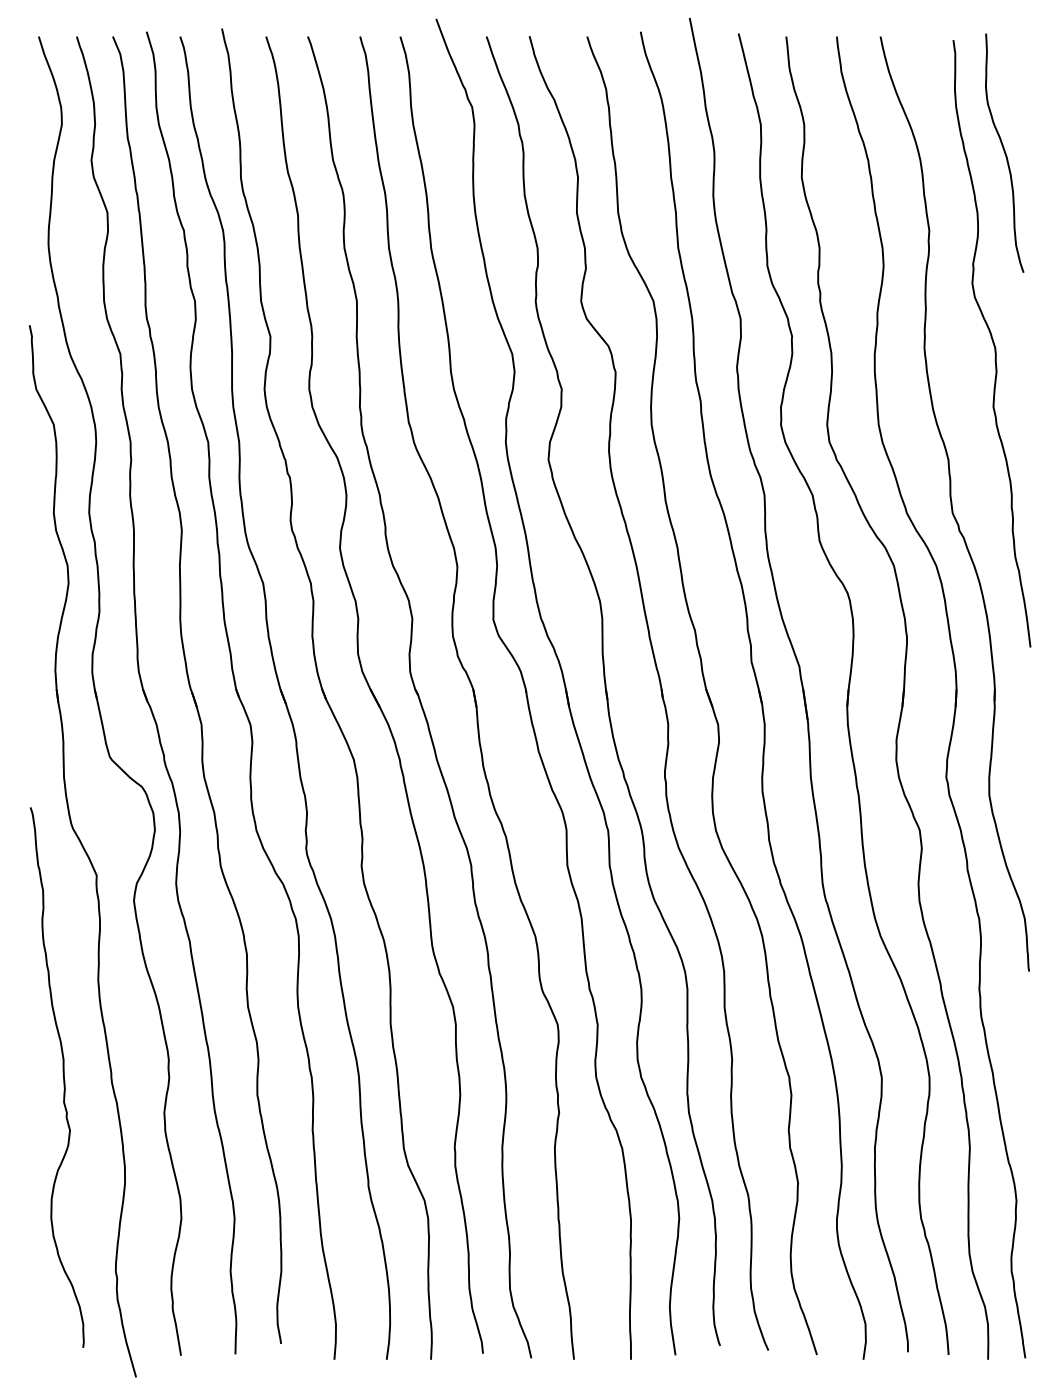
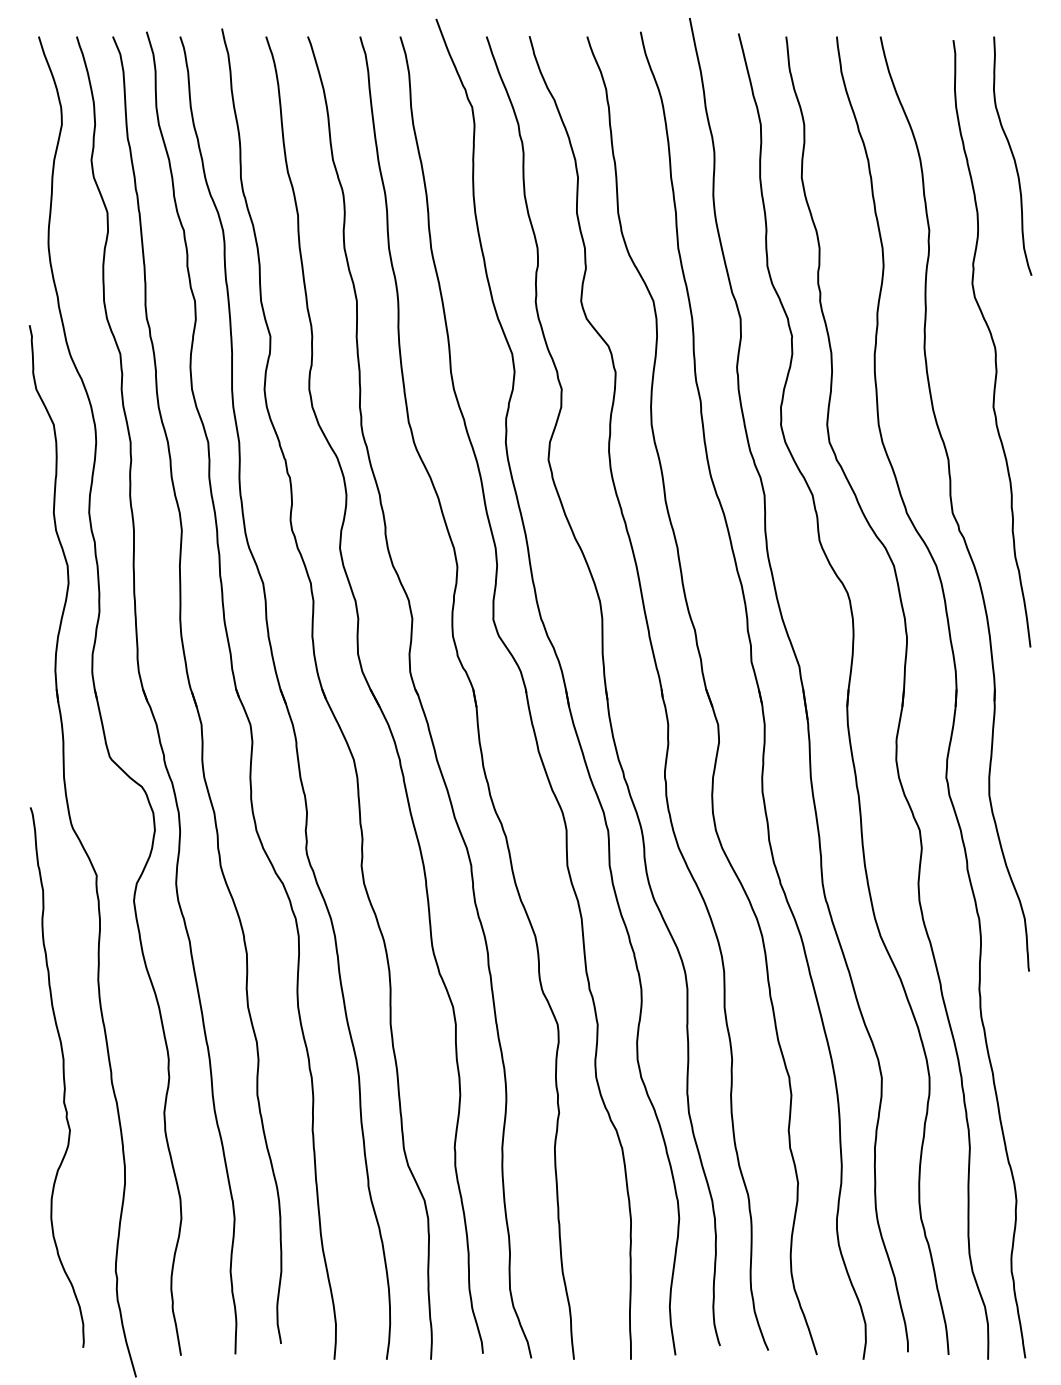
curve at (1004, 152) position: (1004, 152) -> (1012, 155)
